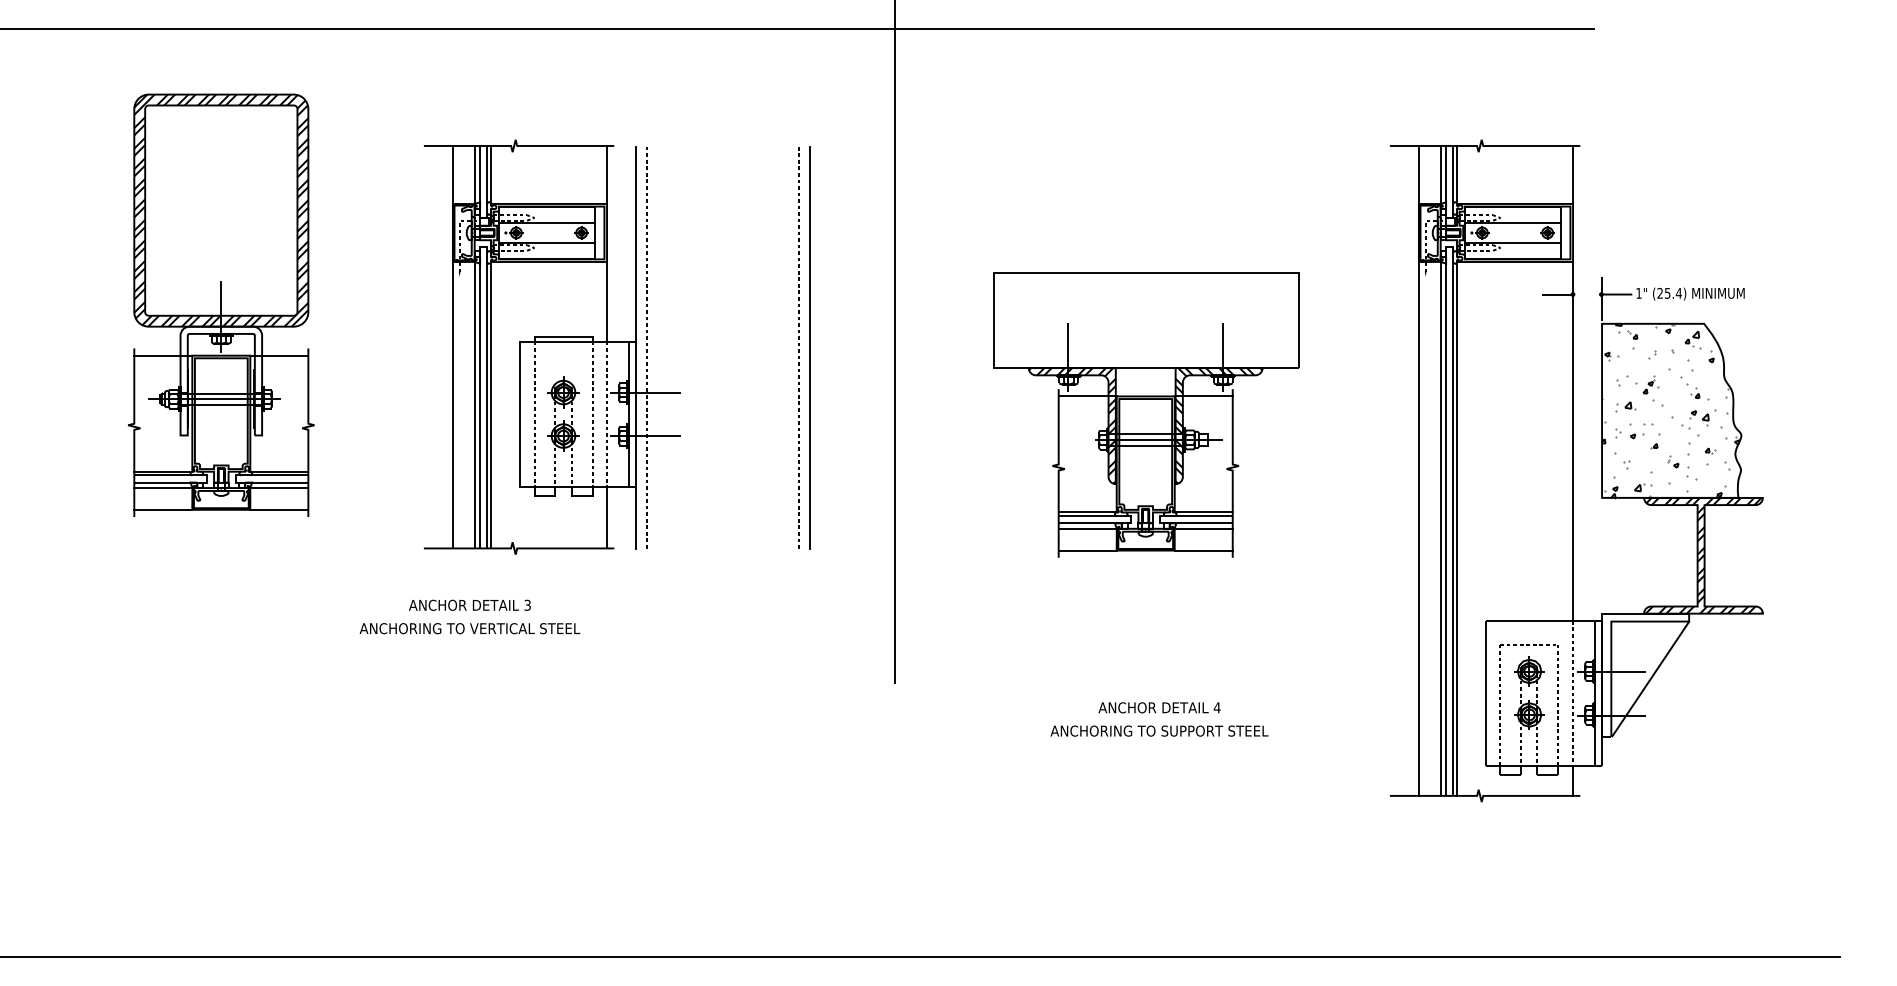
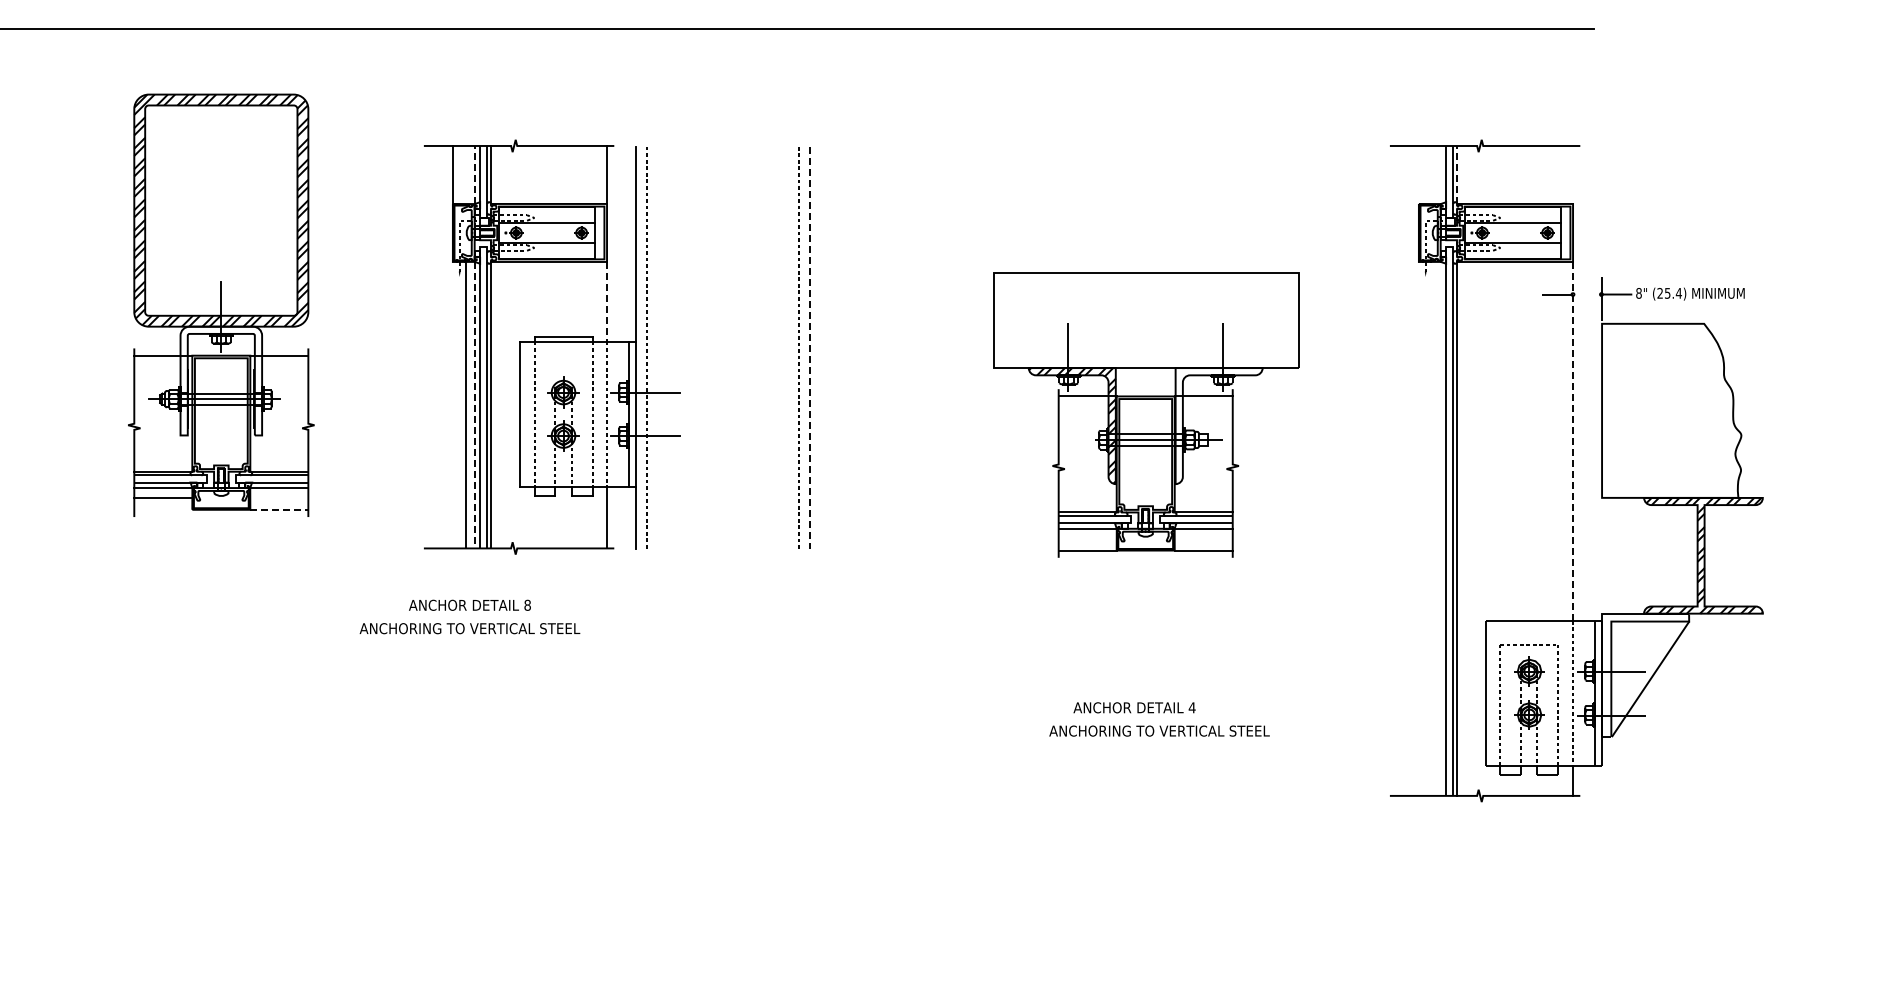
line at (474, 174): solid -> dashed
line at (1418, 174): present -> none
line at (1440, 174): present -> none
line at (1457, 174): solid -> dashed
line at (1573, 174): present -> none
text at (1638, 293): 1" -> 8"
line at (607, 301): solid -> dashed
line at (895, 342): present -> none
line at (810, 347): solid -> dashed
line at (452, 404) position: (452, 404) -> (465, 404)
line at (474, 405): solid -> dashed
hatch at (1670, 410): present -> none
hatch at (1218, 425): present -> none
line at (1573, 441): solid -> dashed
line at (163, 509) position: (163, 509) -> (163, 497)
line at (279, 509): solid -> dashed
line at (1418, 528): present -> none
line at (1440, 528): present -> none
text at (527, 604): 3 -> 8
text at (1159, 707) position: (1159, 707) -> (1134, 707)
text at (1159, 730): ANCHORING TO SUPPORT STEEL -> ANCHORING TO VERTICAL STEEL
line at (921, 956): present -> none
